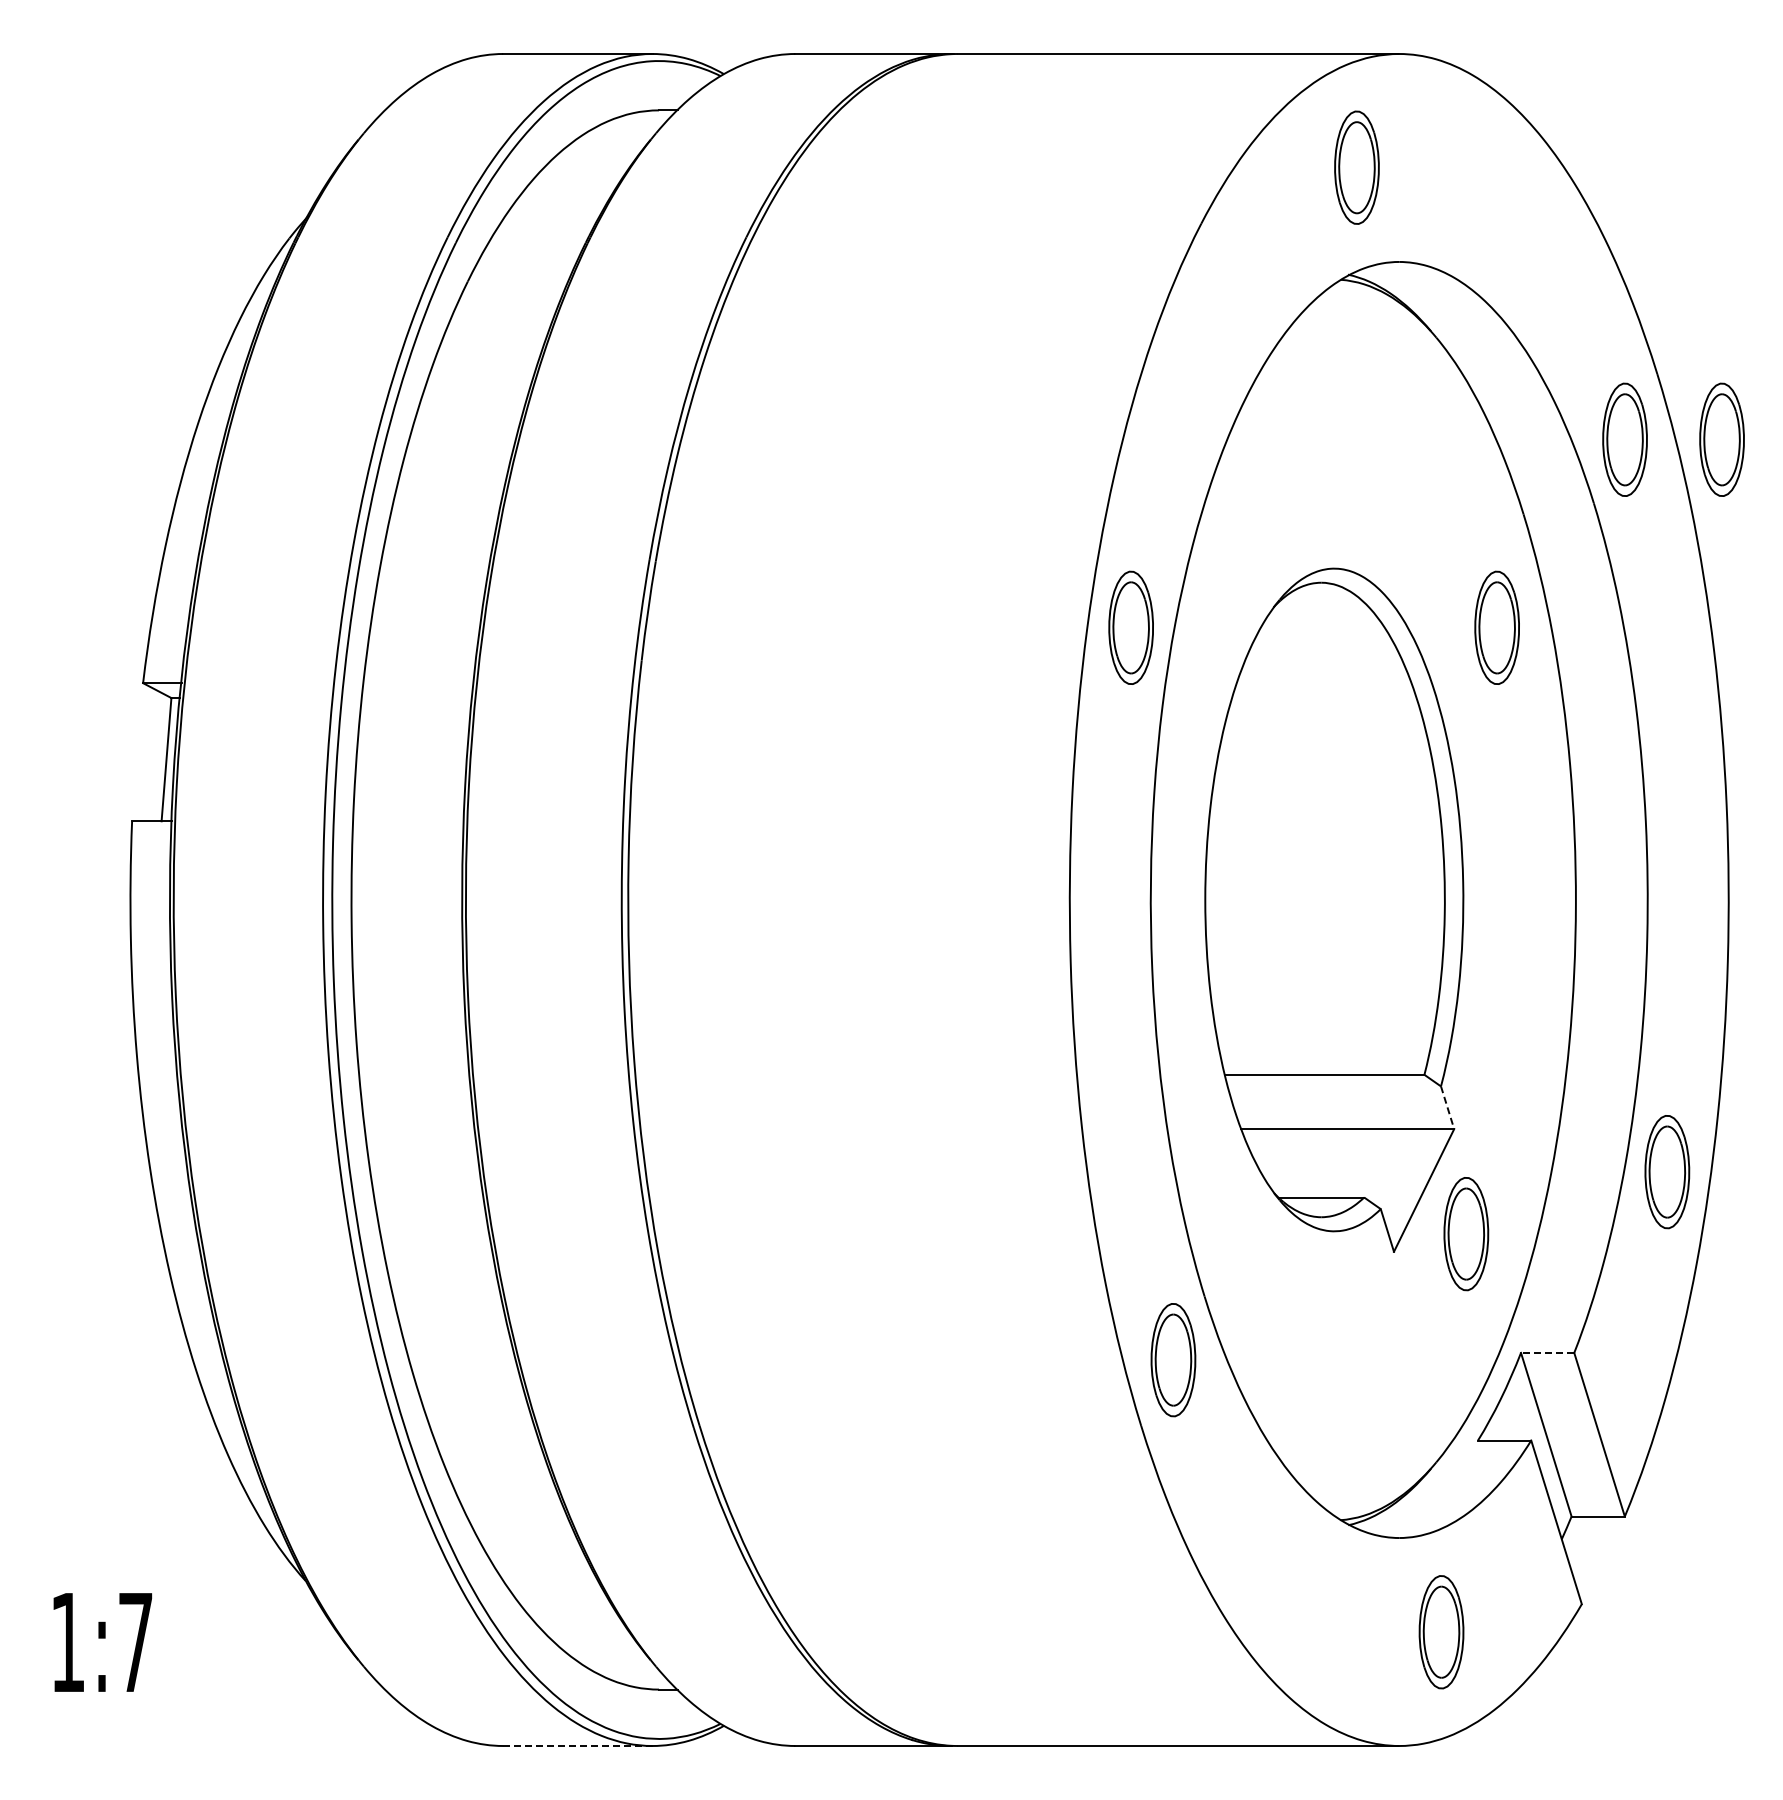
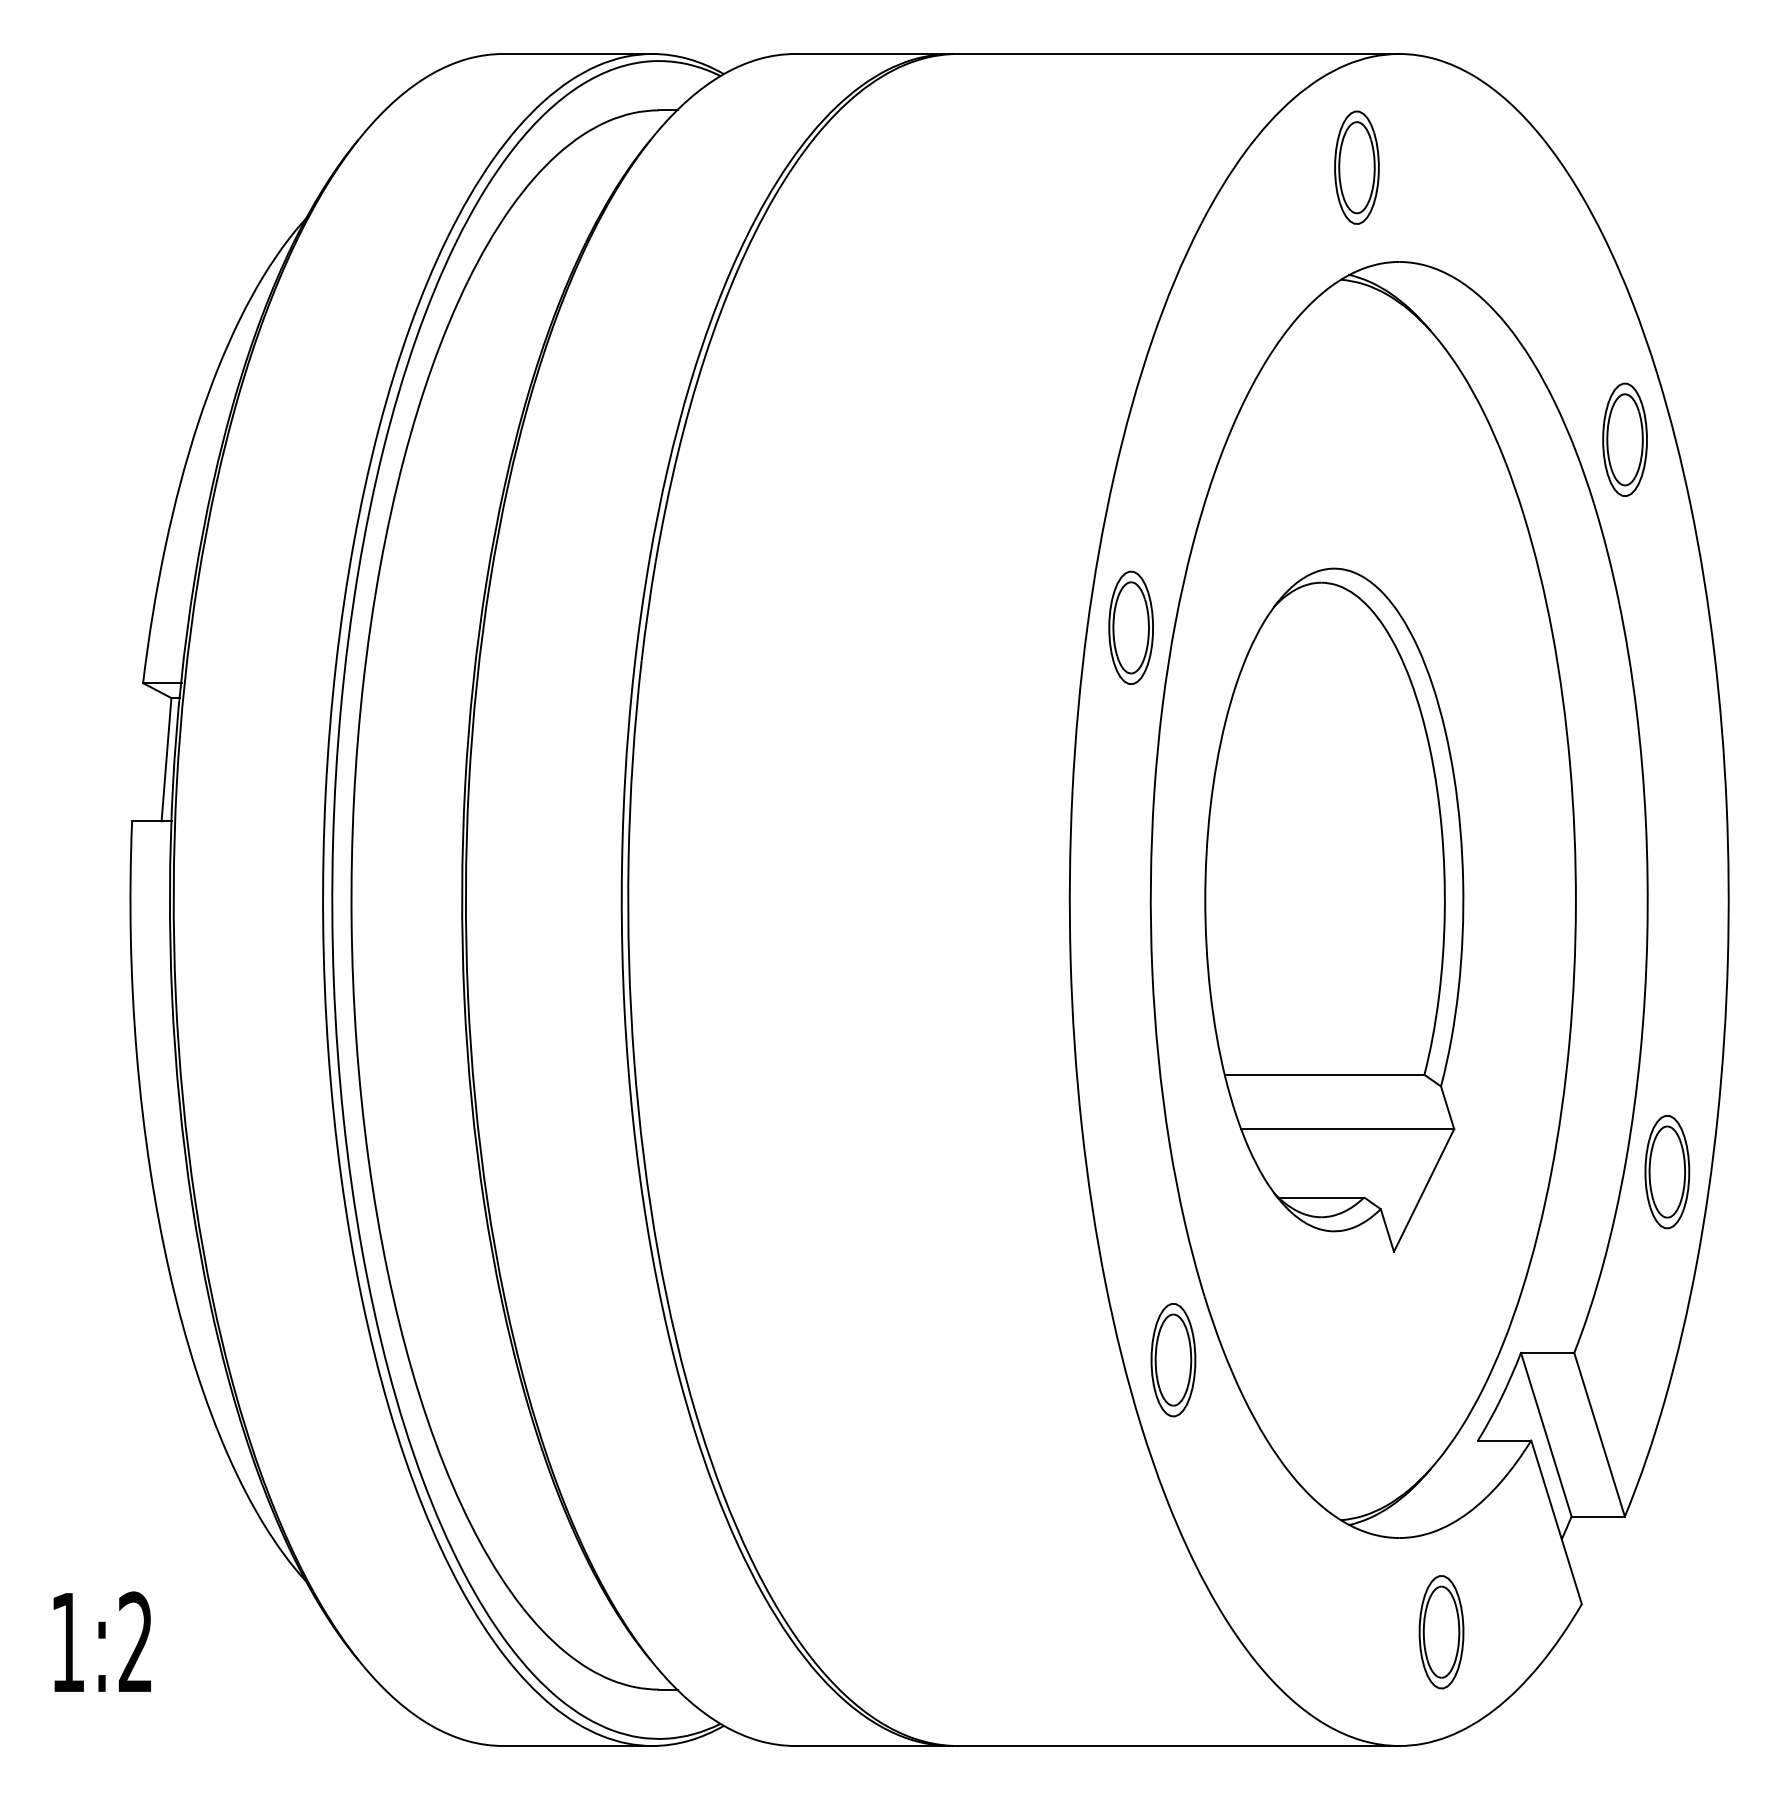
part at (1721, 439): present -> none
part at (1496, 627): present -> none
line at (1447, 1108): dashed -> solid
part at (1466, 1234): present -> none
line at (1547, 1352): dashed -> solid
text at (135, 1641): 1:7 -> 1:2
line at (577, 1746): dashed -> solid
